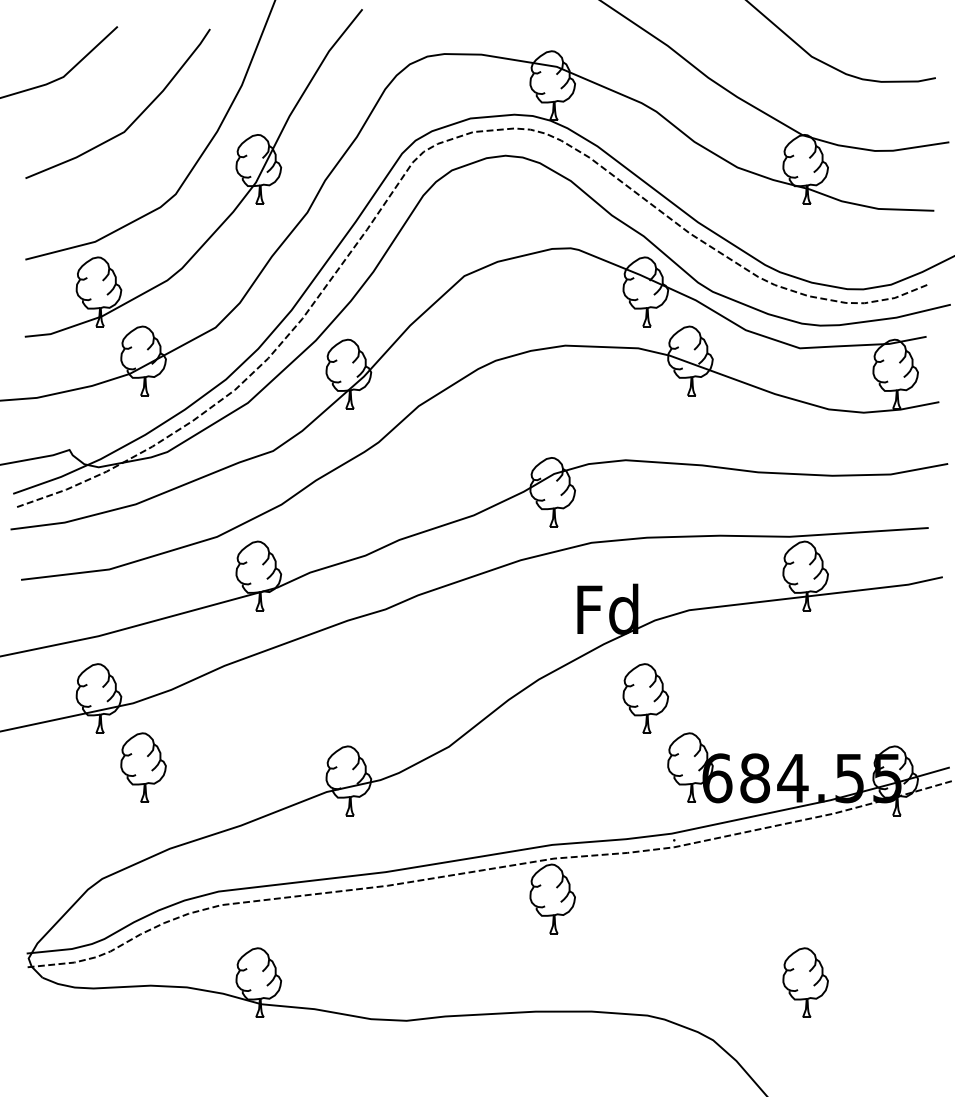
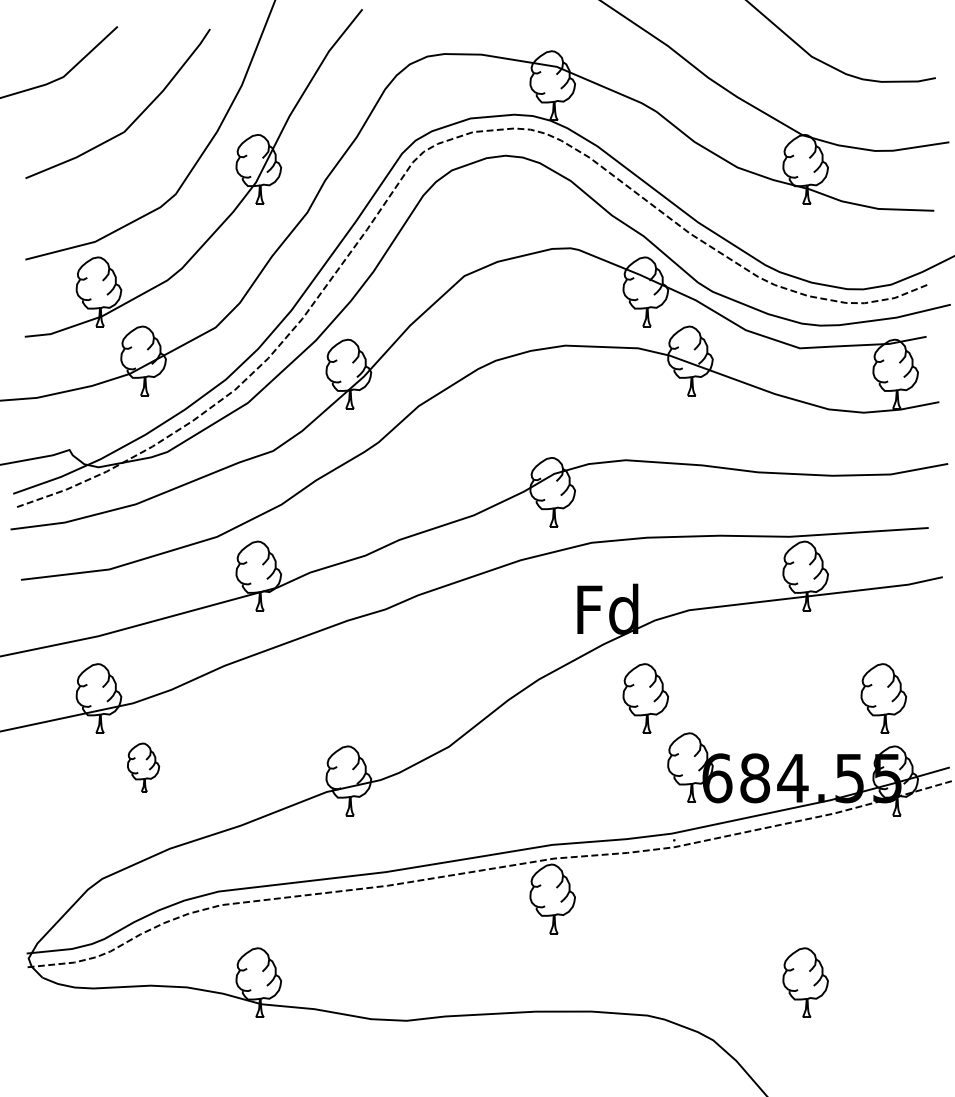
part at (883, 698): none -> present
part at (143, 767) size: 47x71 px -> 34x51 px
